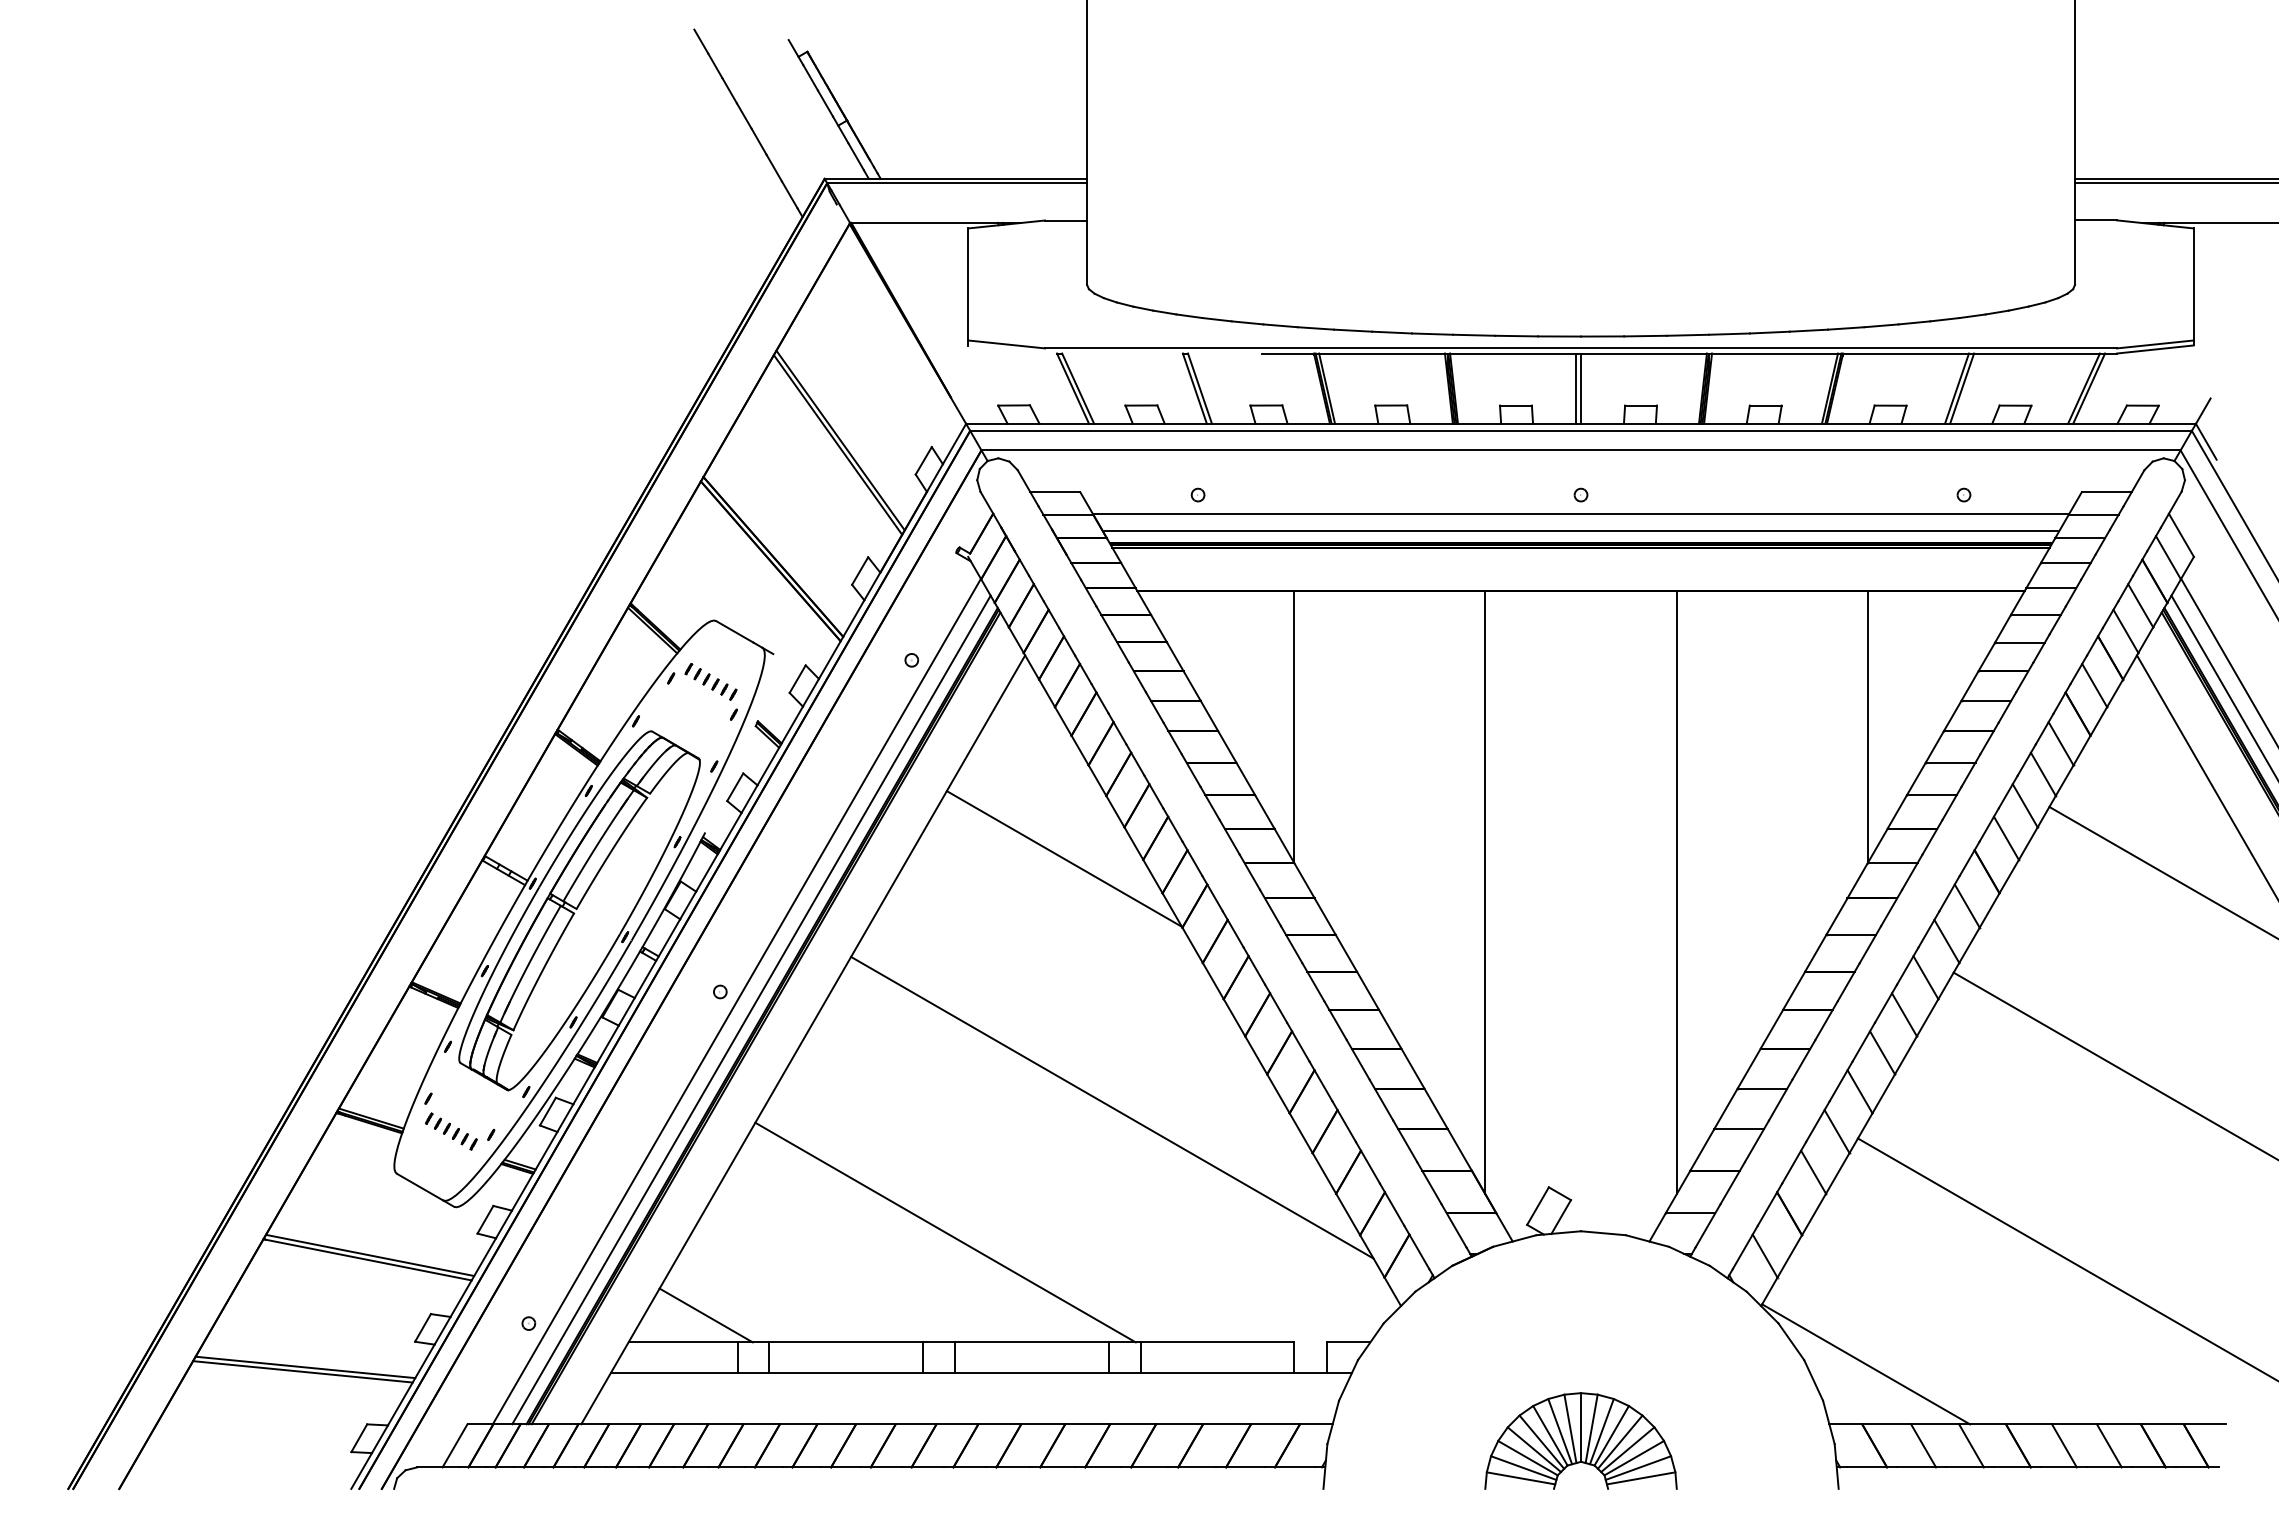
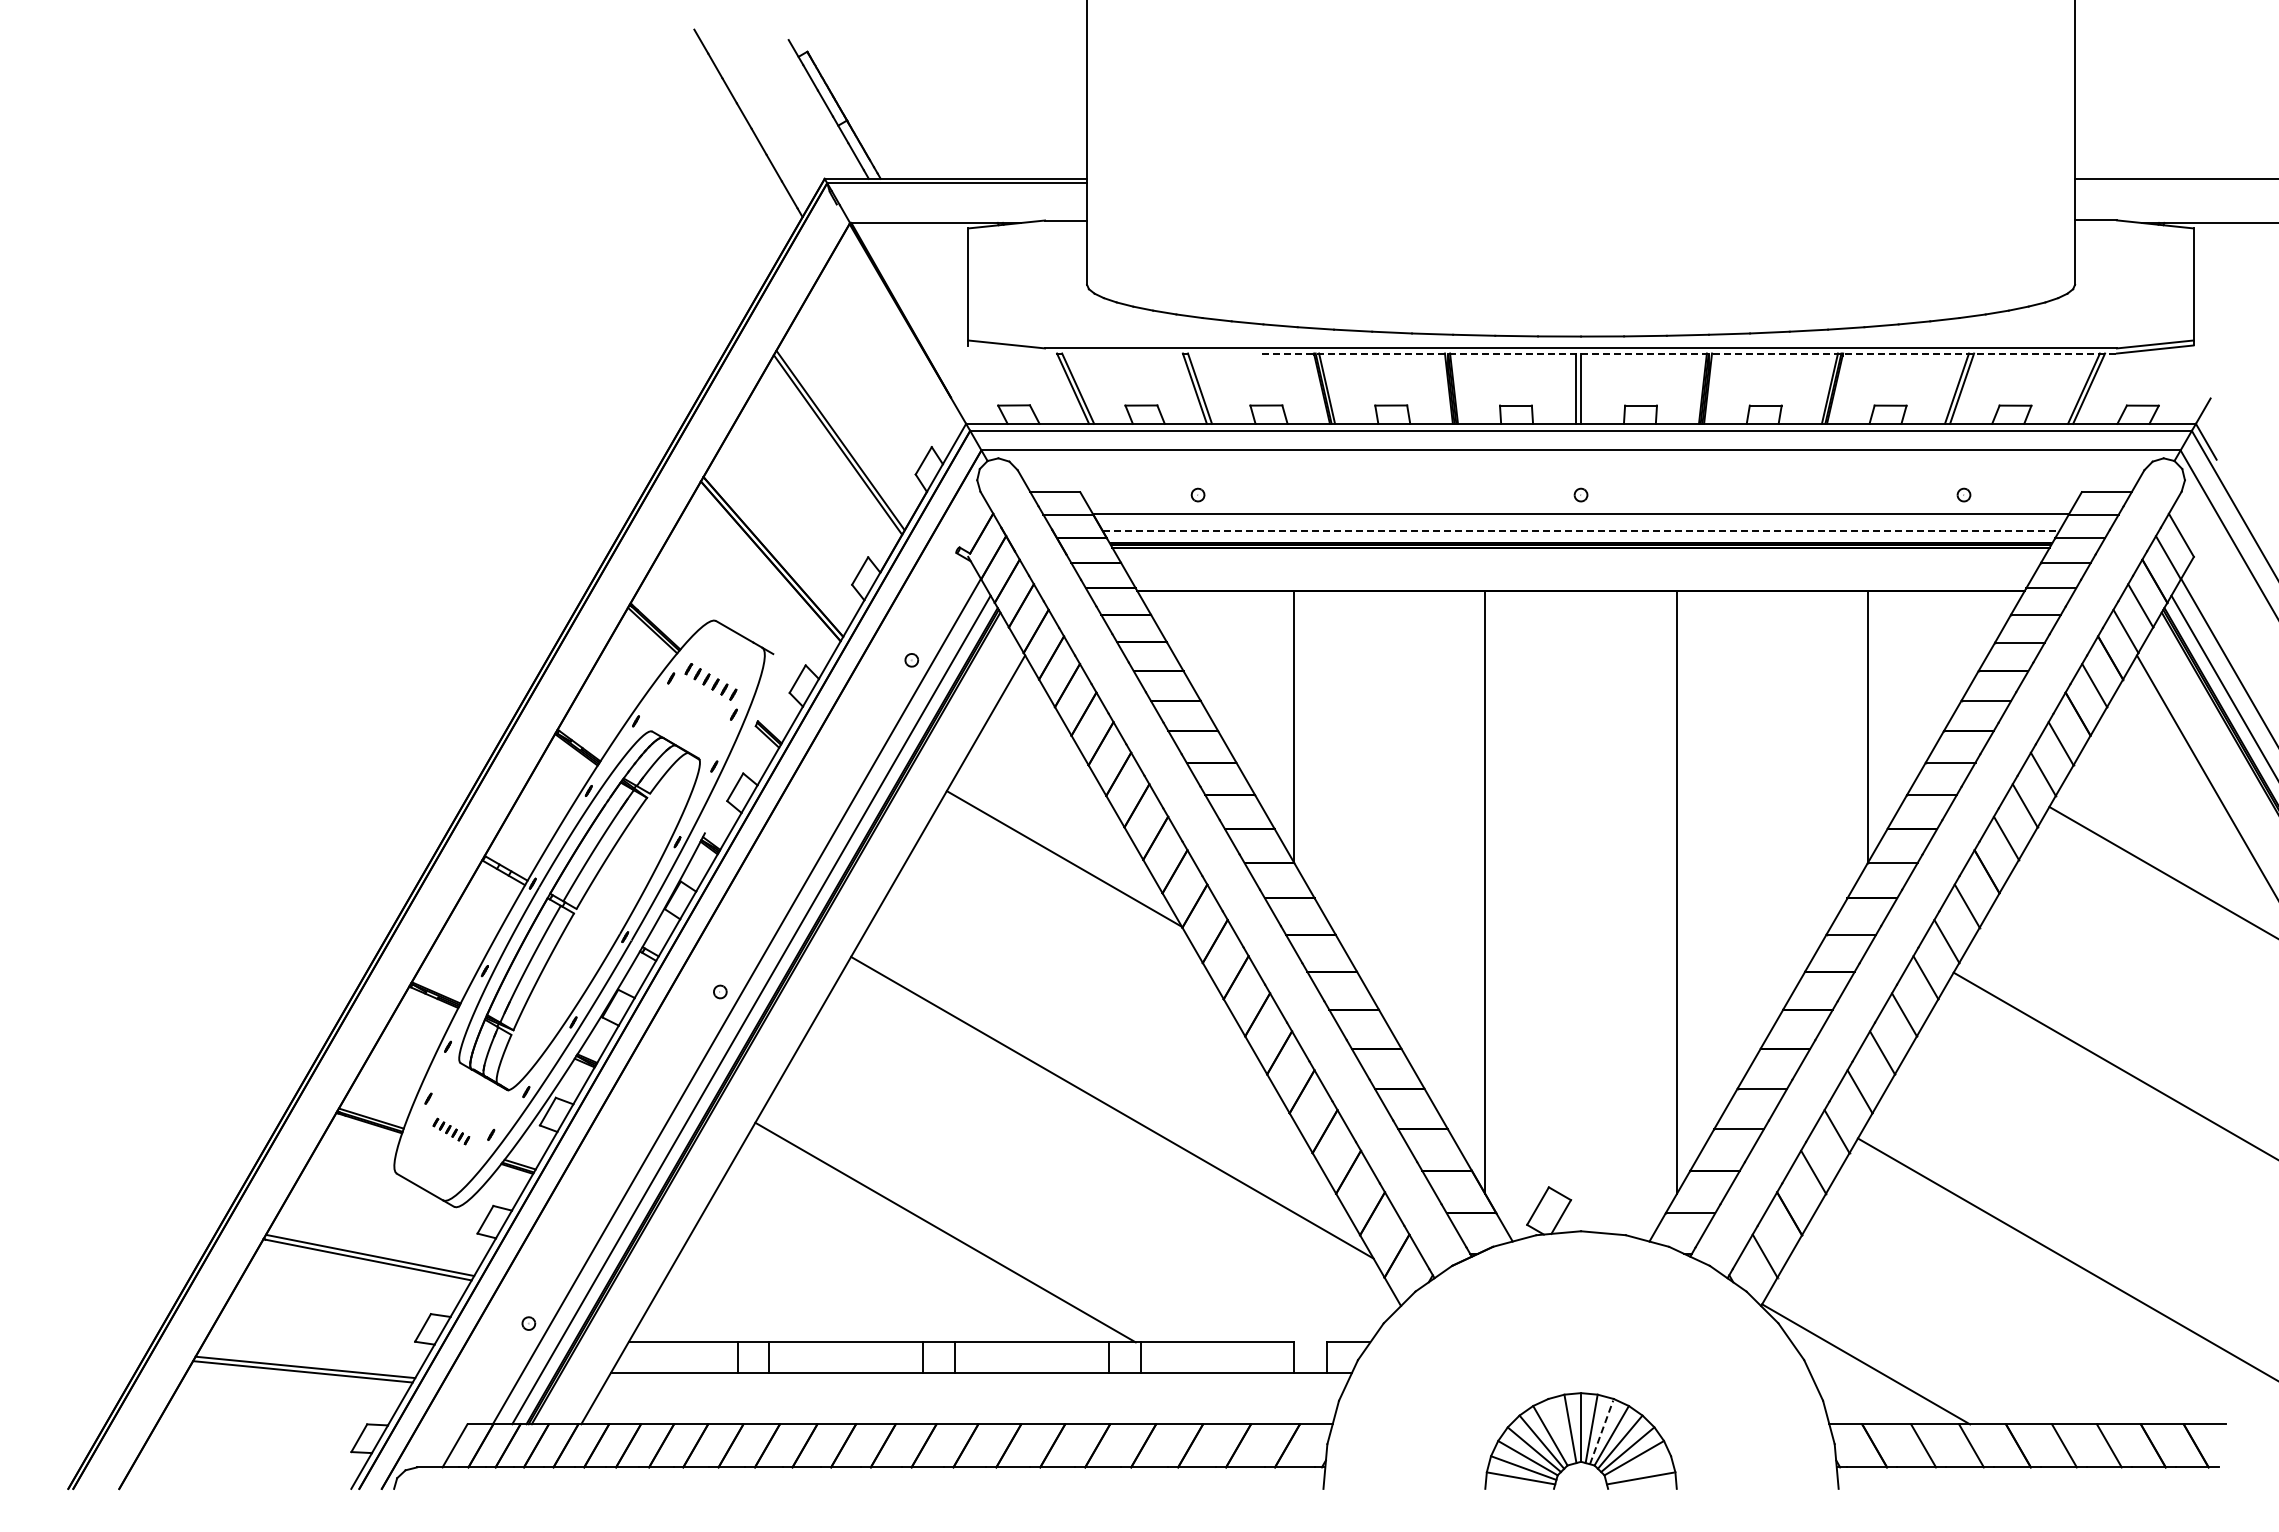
line at (2175, 183): present -> none
line at (1689, 353): solid -> dashed
line at (1581, 530): solid -> dashed
part at (451, 1131) size: 53x39 px -> 39x29 px
line at (705, 1315): present -> none
line at (1560, 1432): present -> none
line at (1601, 1432): solid -> dashed
line at (1637, 1467): present -> none
